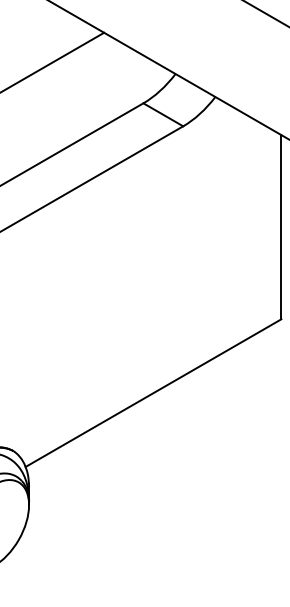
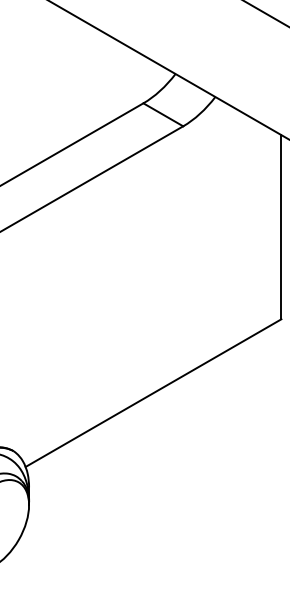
line at (53, 61): present -> none
